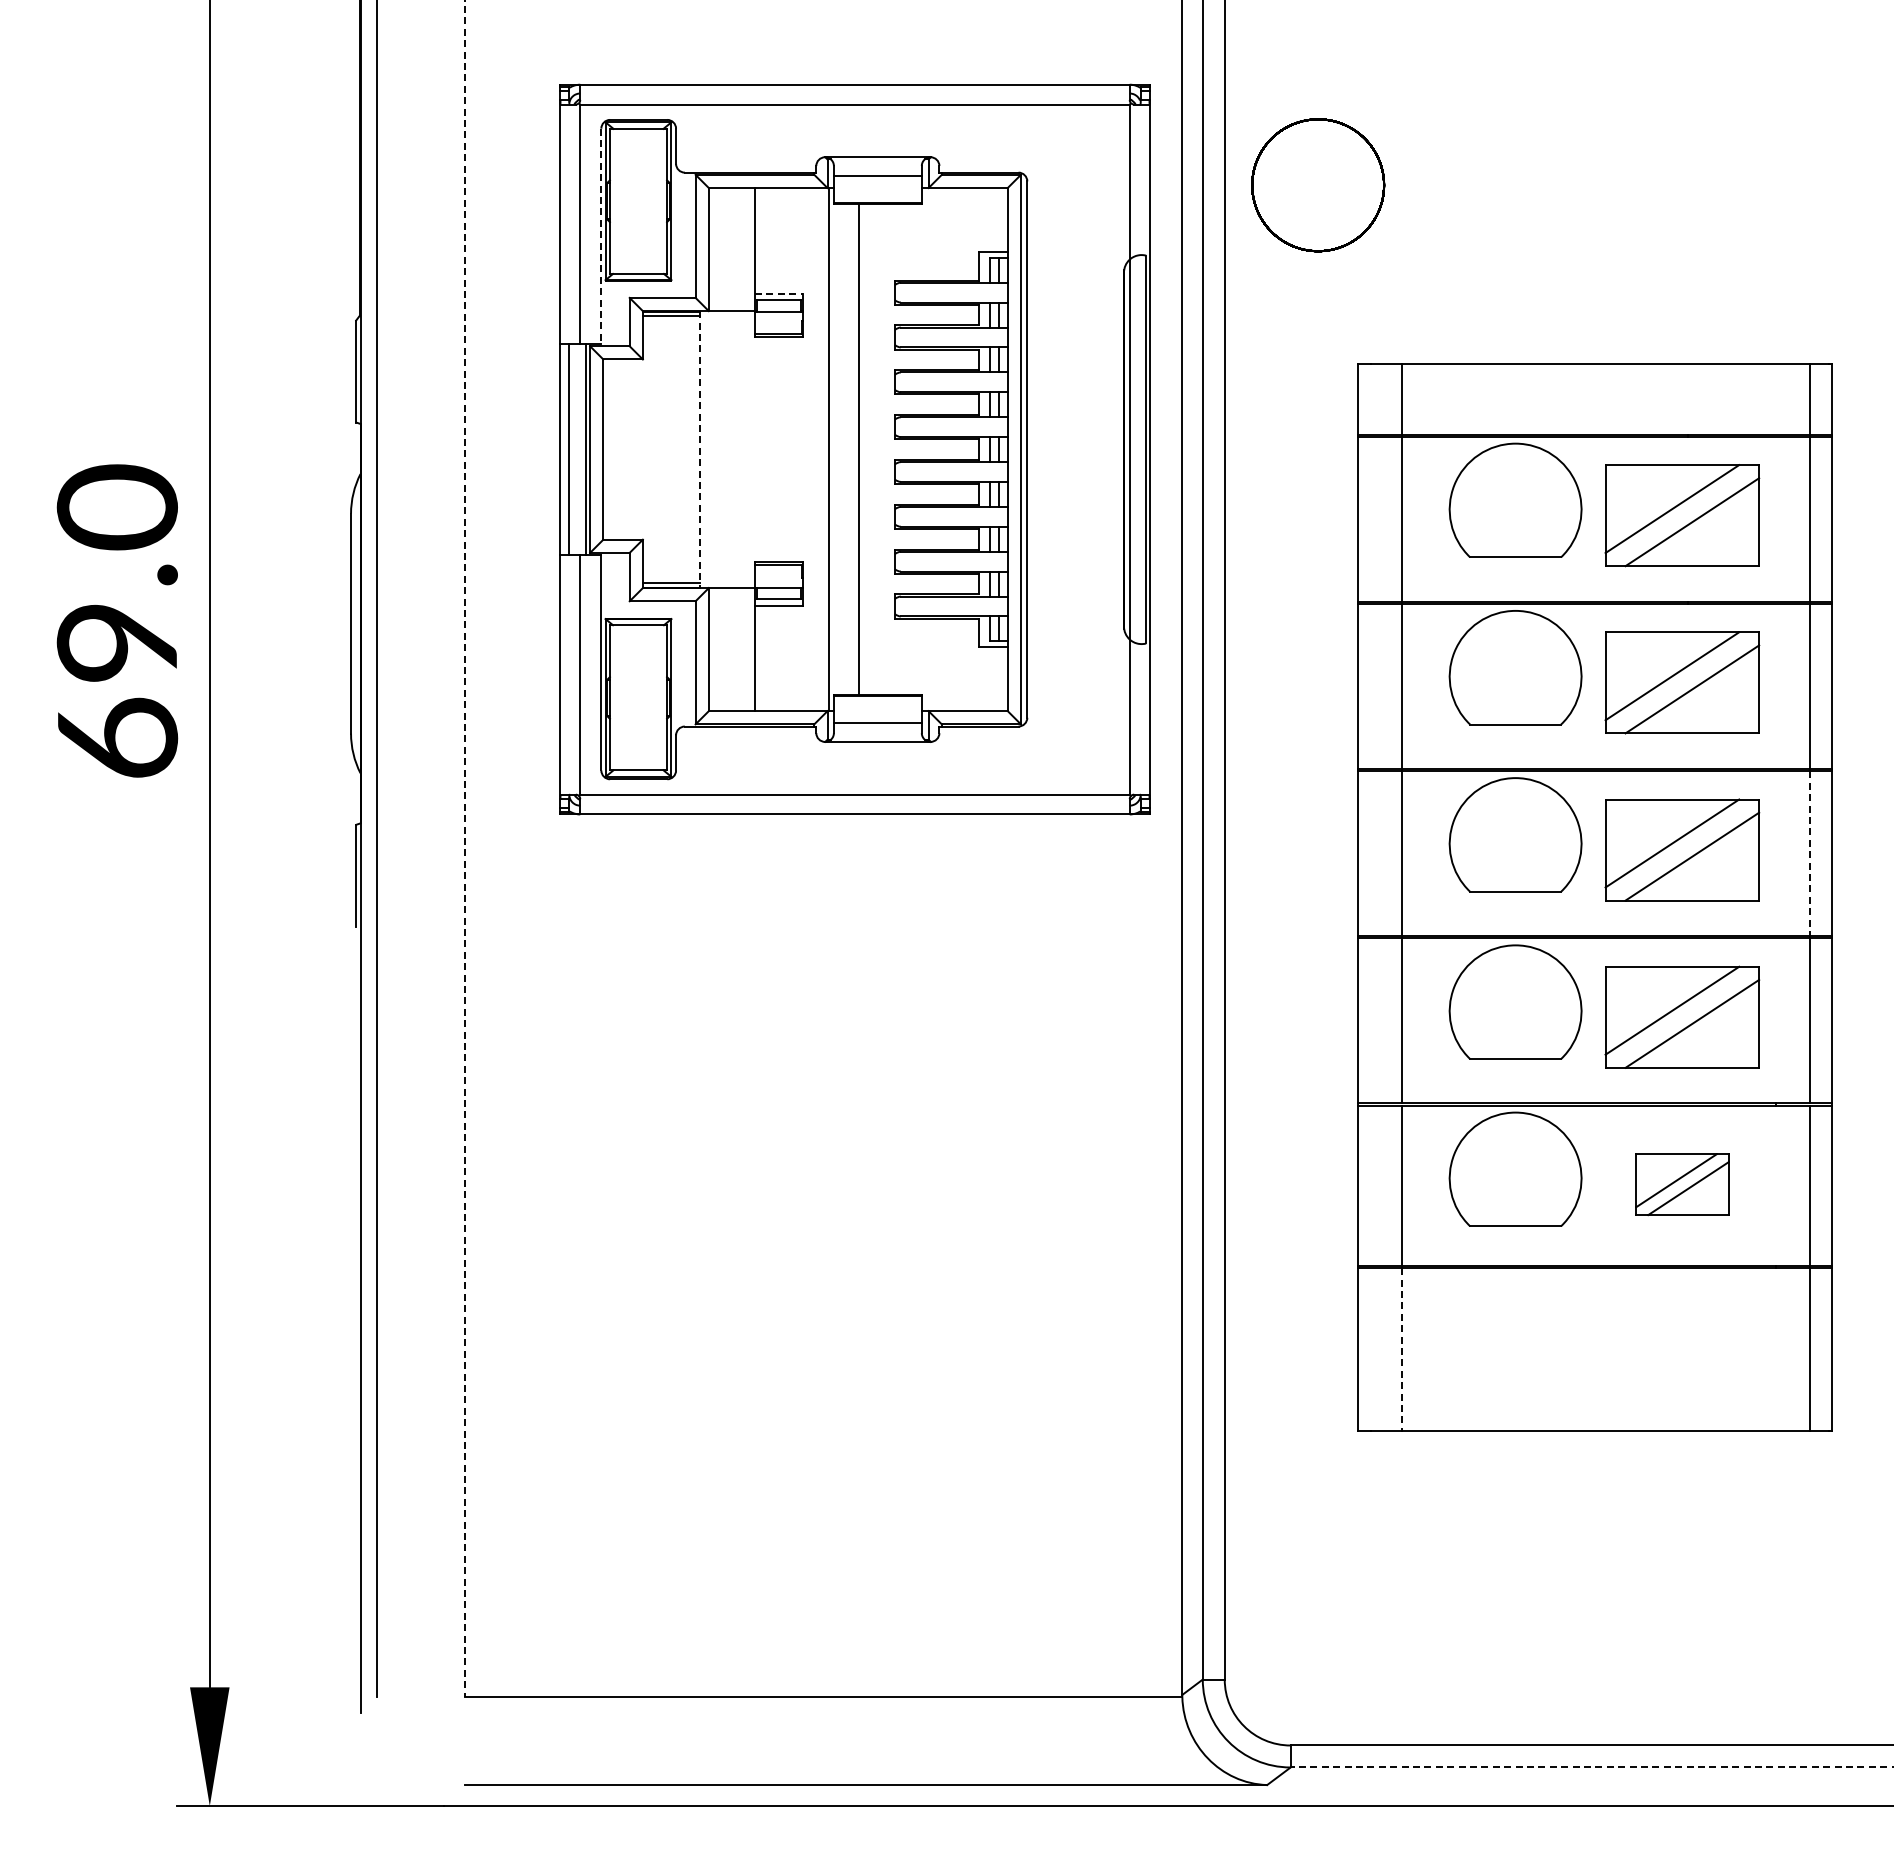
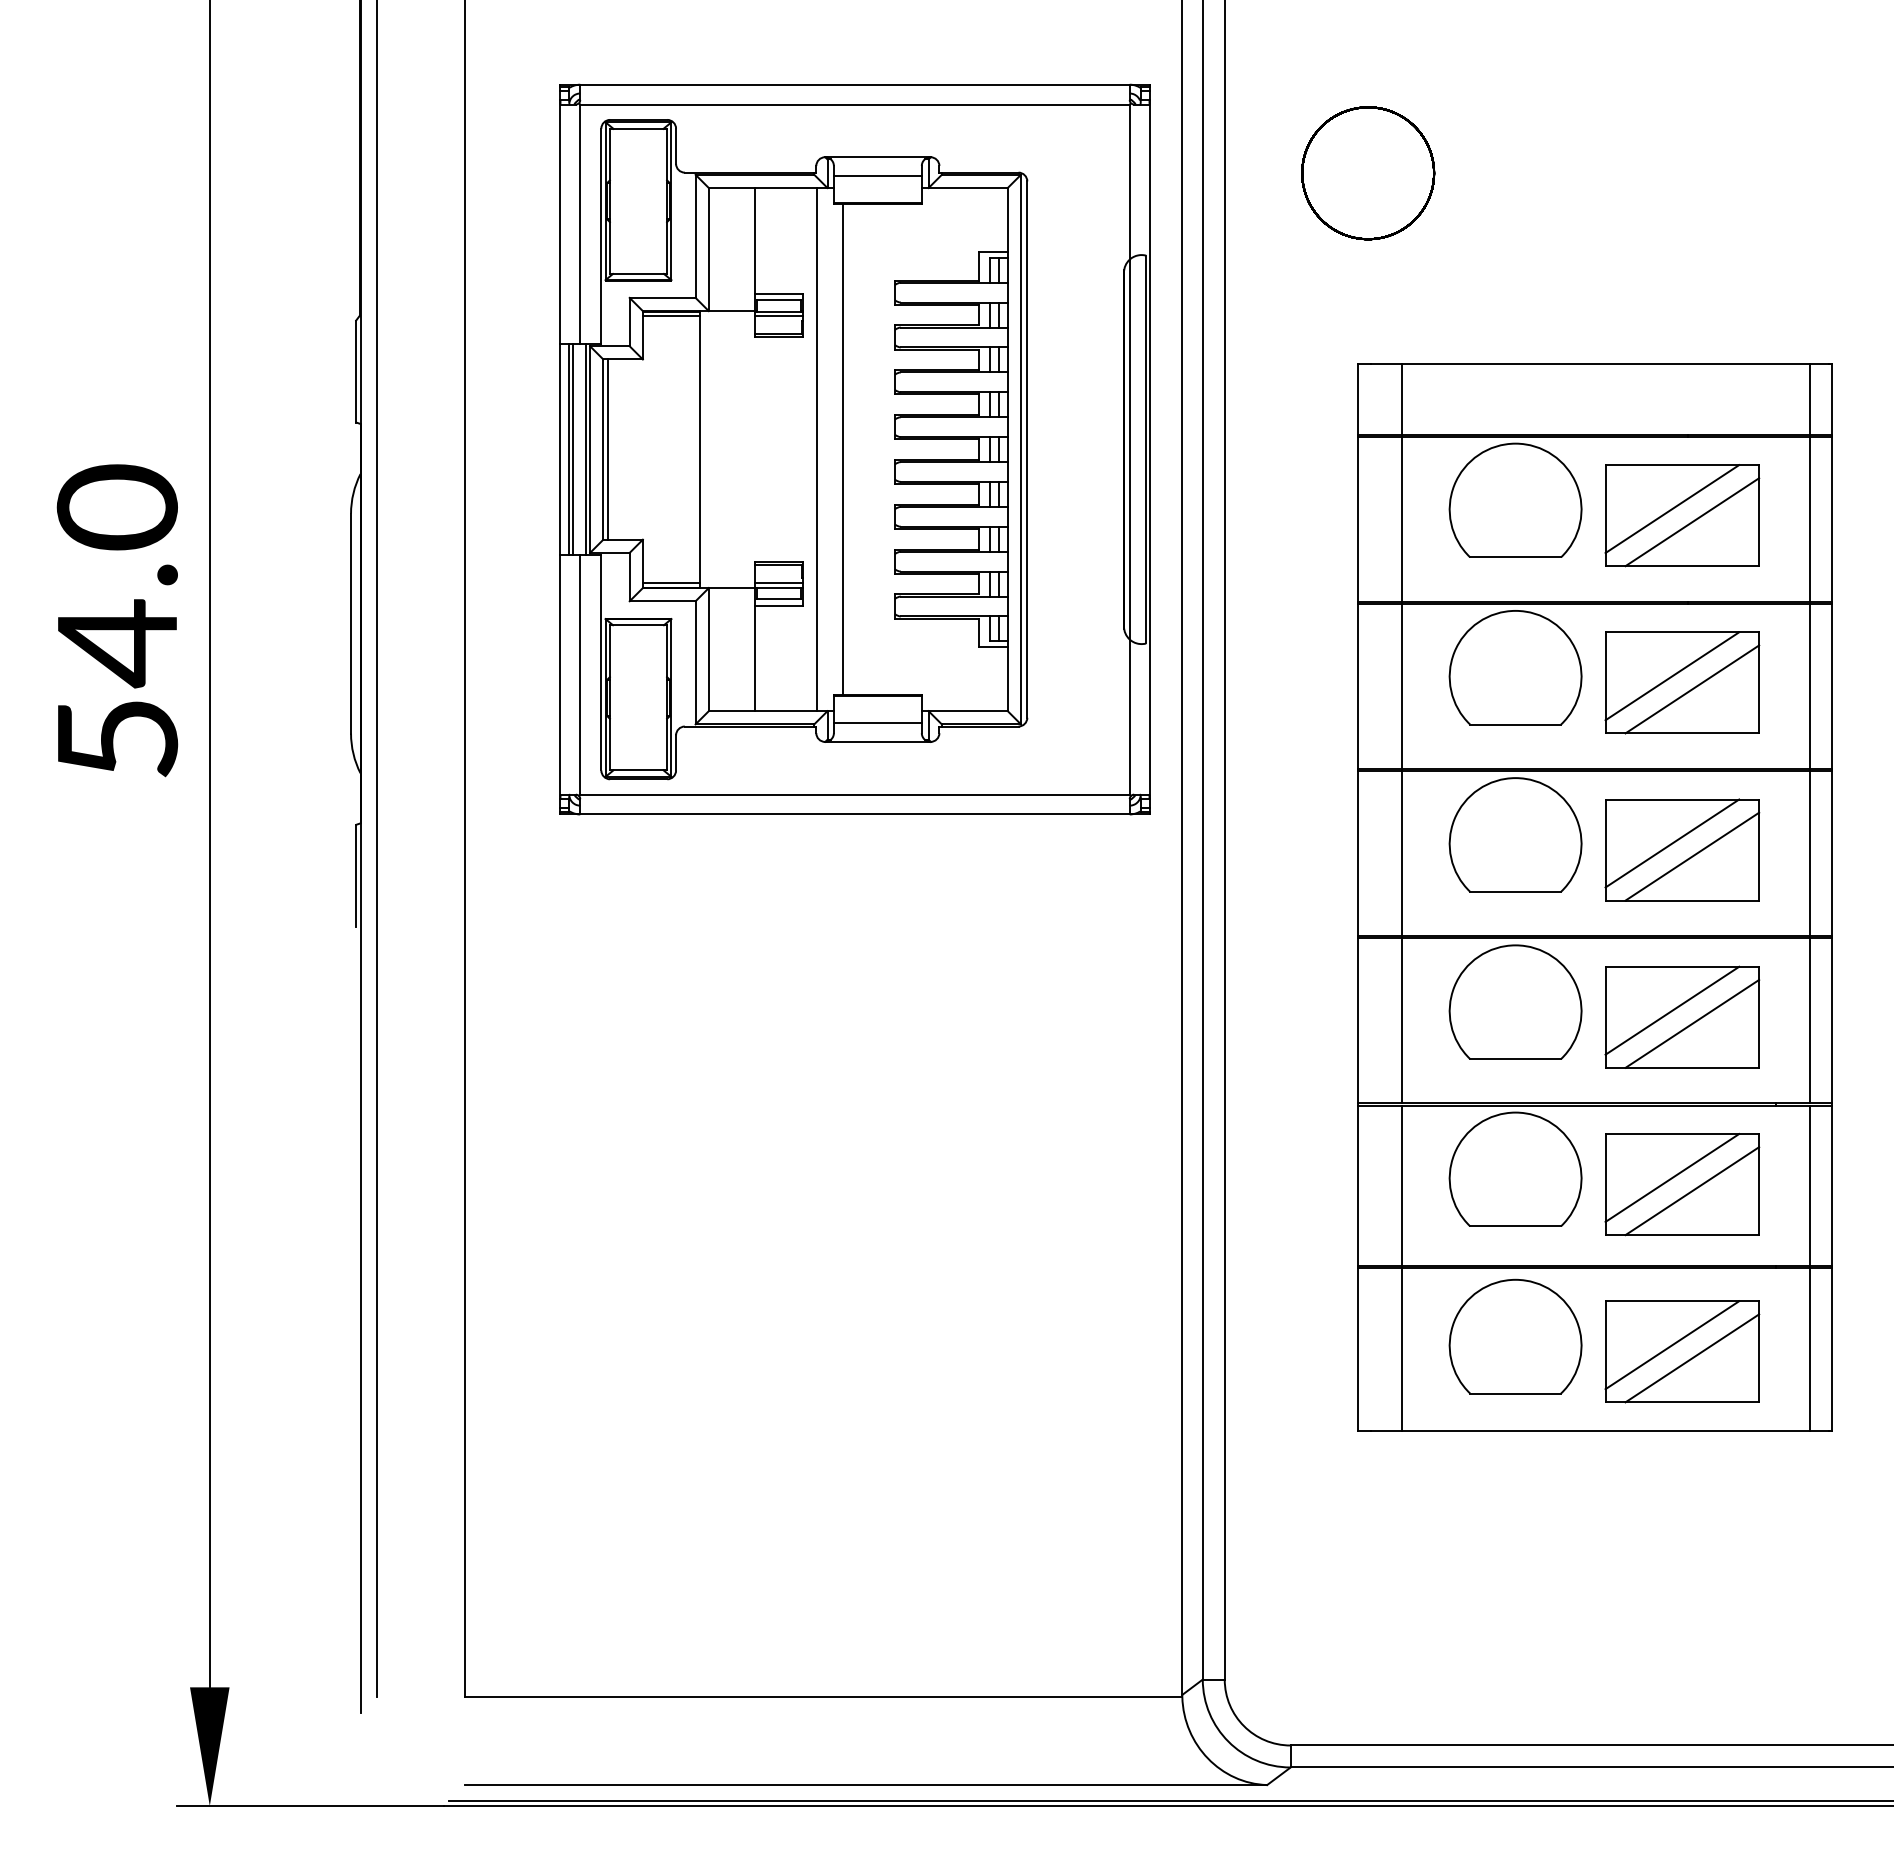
part at (1318, 185) position: (1318, 185) -> (1368, 173)
line at (601, 236): dashed -> solid
line at (779, 293): dashed -> solid
line at (778, 315): none -> present
line at (572, 449): none -> present
line at (607, 449): none -> present
line at (828, 449) position: (828, 449) -> (816, 449)
line at (858, 449) position: (858, 449) -> (842, 449)
line at (700, 450): dashed -> solid
line at (778, 583): none -> present
text at (117, 688): 69.0 -> 54.0
line at (465, 849): dashed -> solid
line at (1809, 854): dashed -> solid
part at (1682, 1184) size: 95x64 px -> 157x104 px
part at (1515, 1336): none -> present
line at (1401, 1349): dashed -> solid
part at (1682, 1351): none -> present
line at (1591, 1767): dashed -> solid
line at (1169, 1801): none -> present
